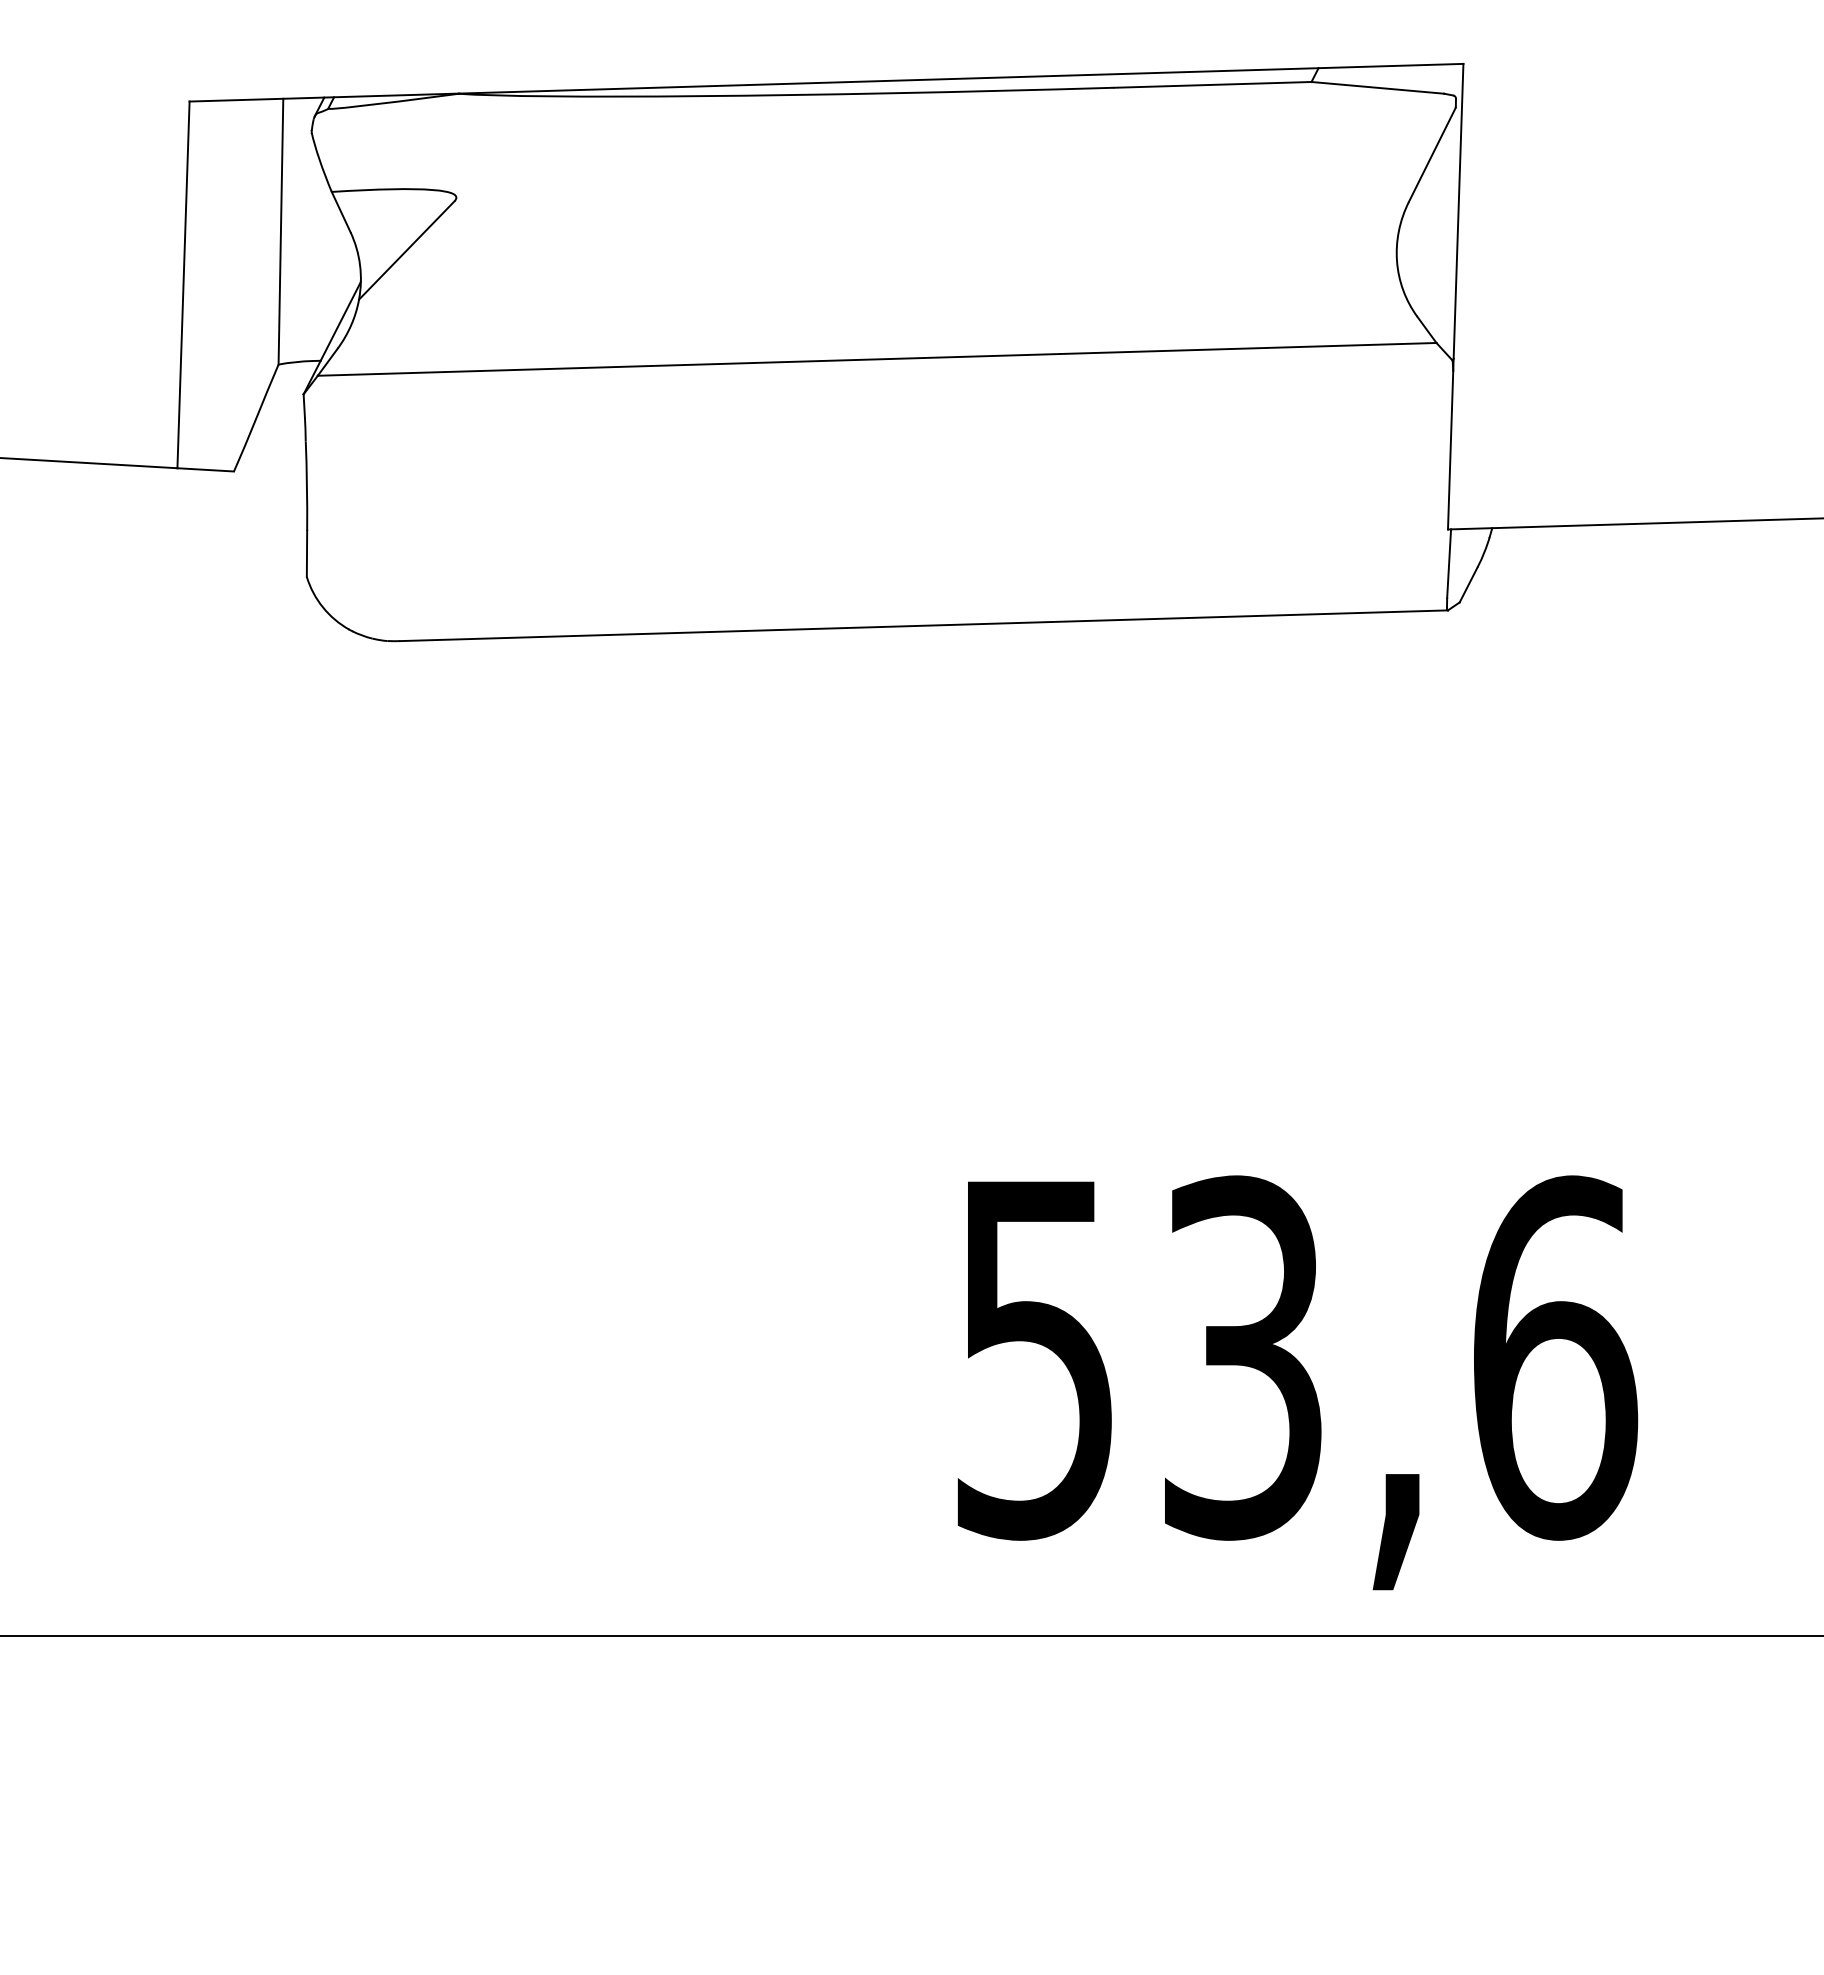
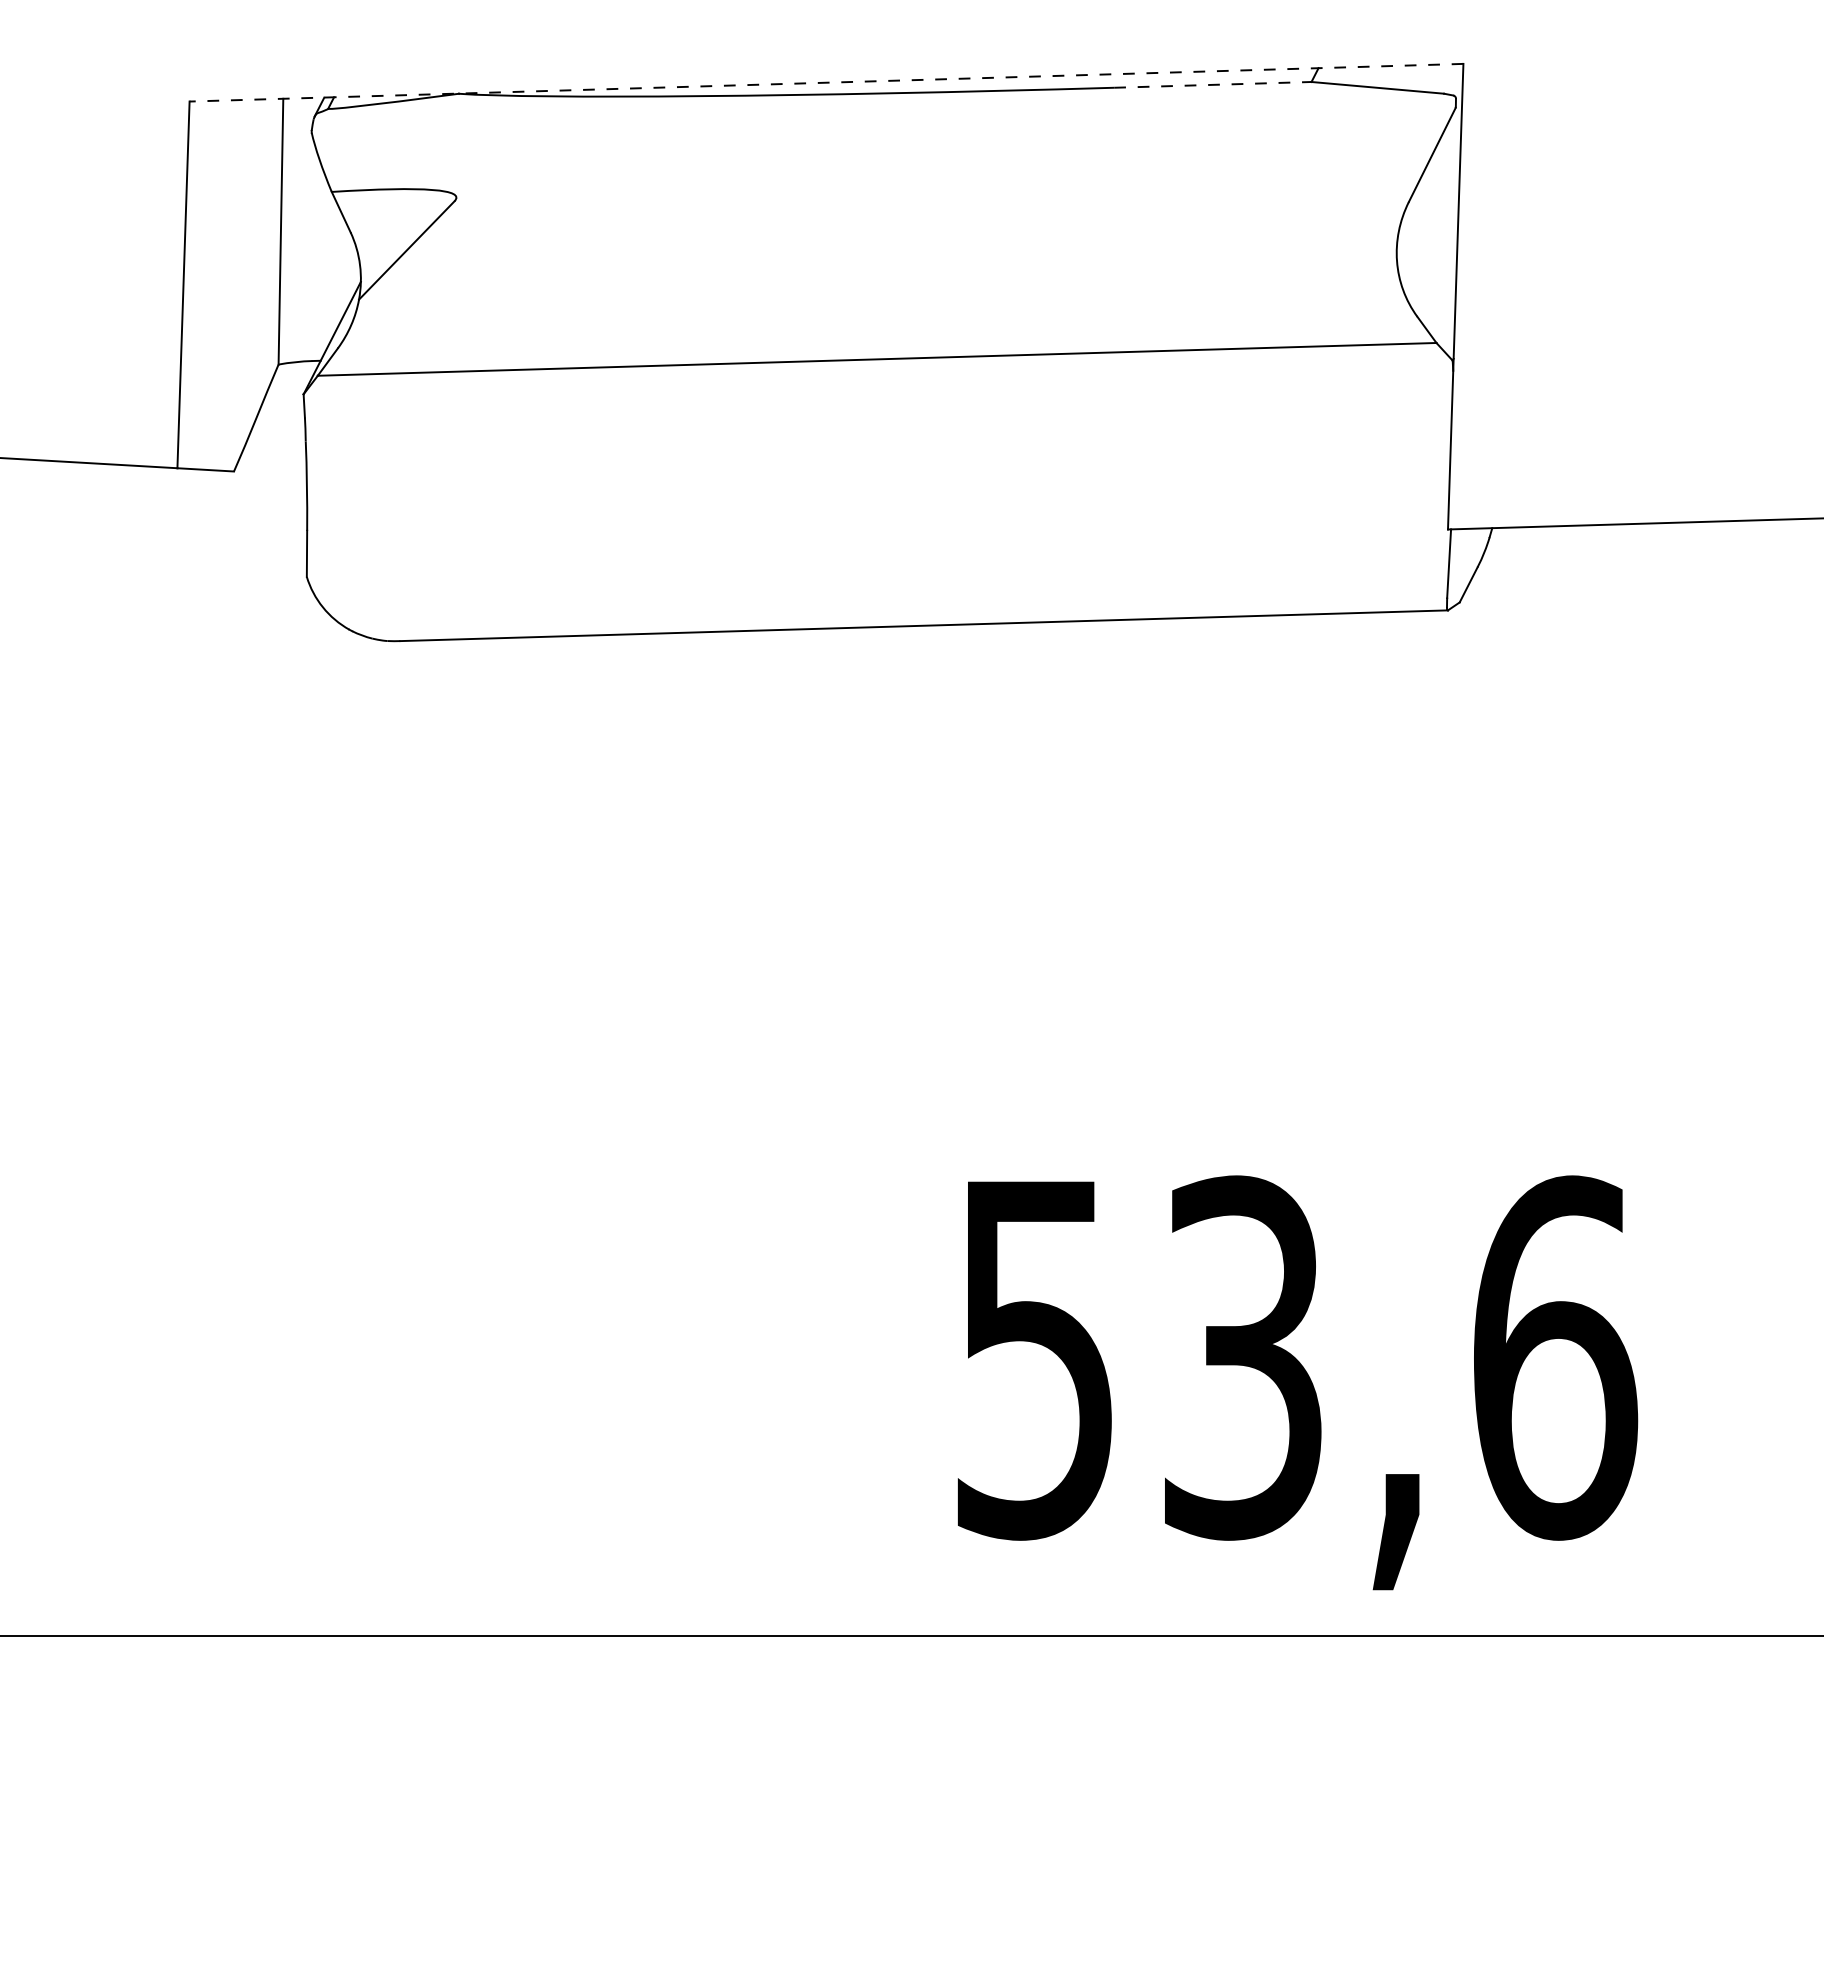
line at (826, 82): solid -> dashed
line at (1212, 84): solid -> dashed
